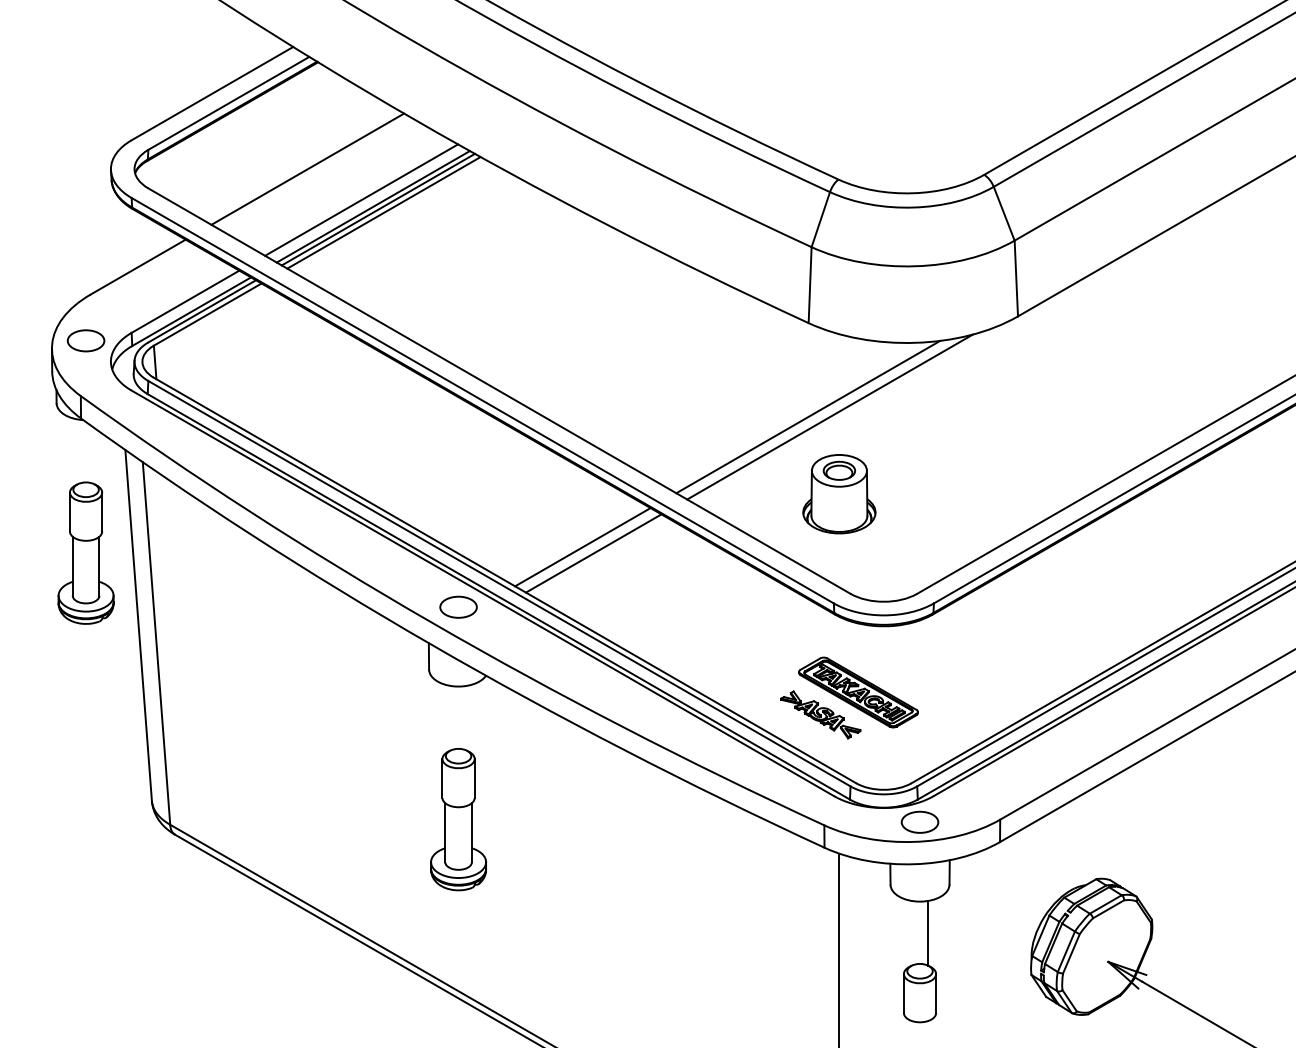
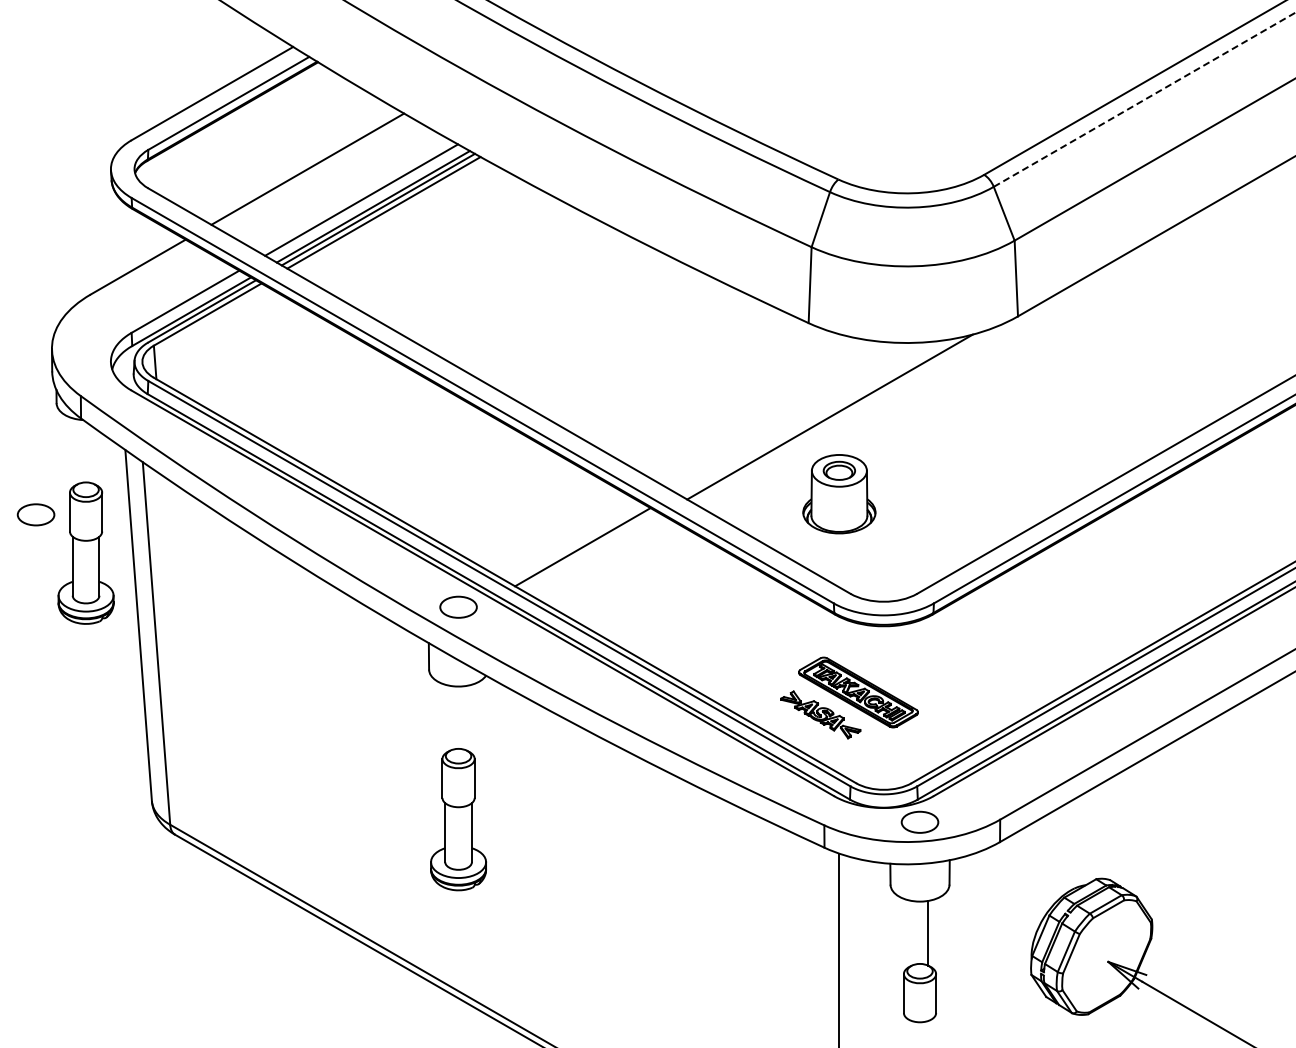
line at (1145, 99): solid -> dashed
part at (85, 340) position: (85, 340) -> (35, 514)
line at (808, 416): present -> none
line at (593, 553): present -> none
